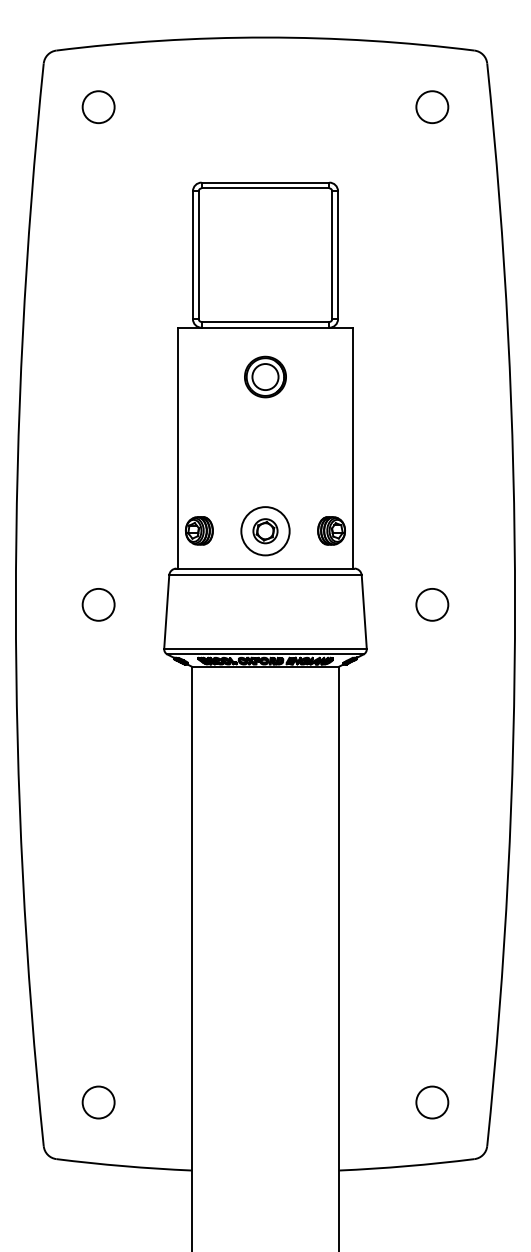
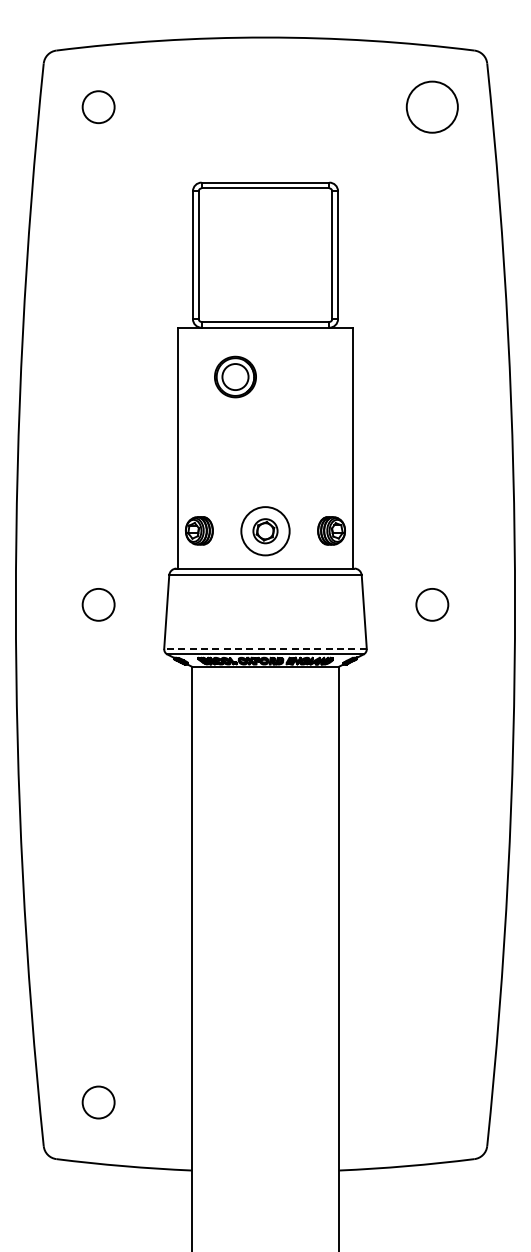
circle at (432, 107) diameter: 32 px -> 51 px
part at (265, 376) position: (265, 376) -> (235, 376)
line at (265, 648): solid -> dashed
circle at (432, 1102): present -> none
